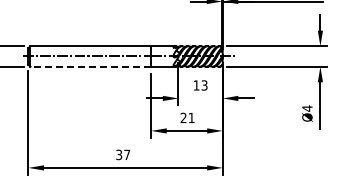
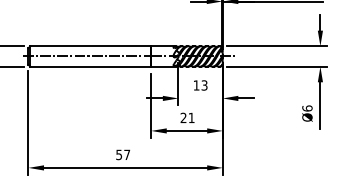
line at (90, 66): dashed -> solid
text at (307, 108): Ø4 -> Ø6
text at (119, 153): 37 -> 57
